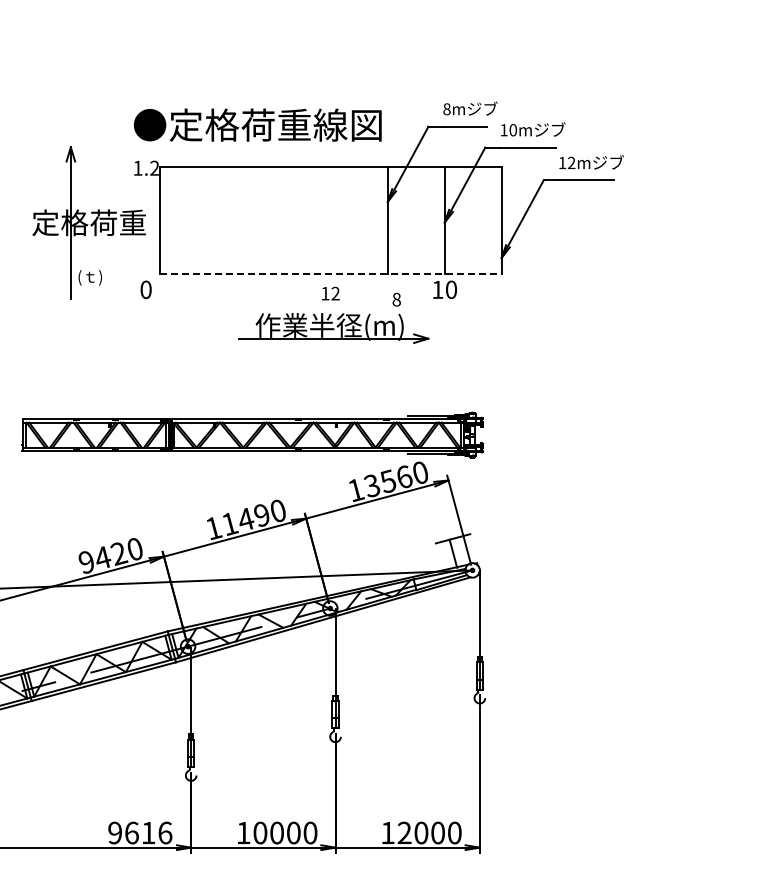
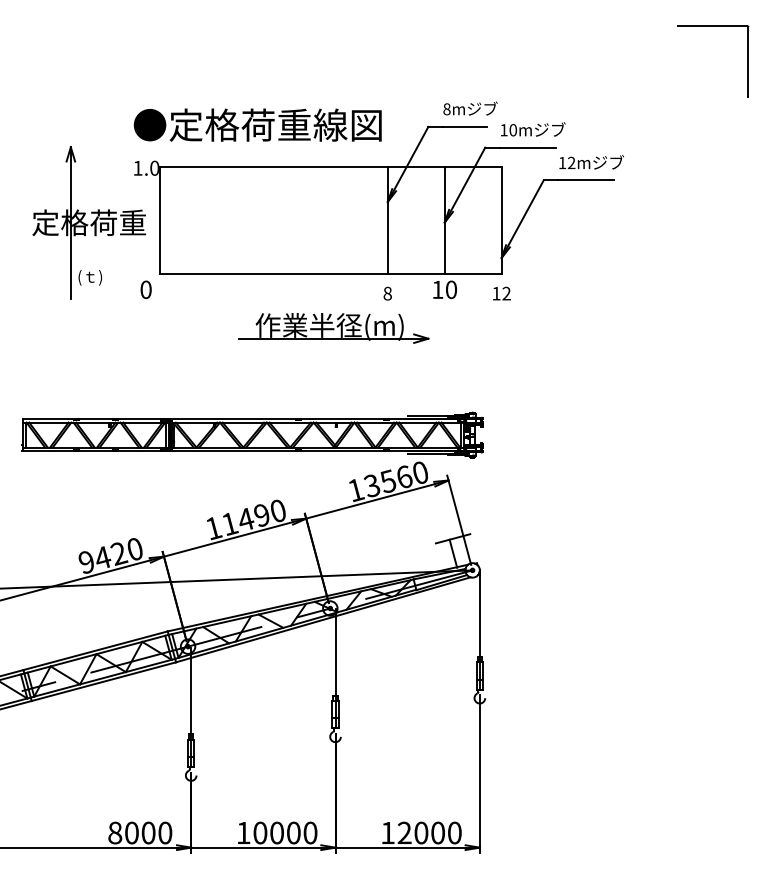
part at (747, 61): none -> present
text at (154, 167): 1.2 -> 1.0
line at (330, 273): dashed -> solid
text at (330, 293) position: (330, 293) -> (501, 293)
text at (396, 299) position: (396, 299) -> (387, 293)
text at (140, 832): 9616 -> 8000
